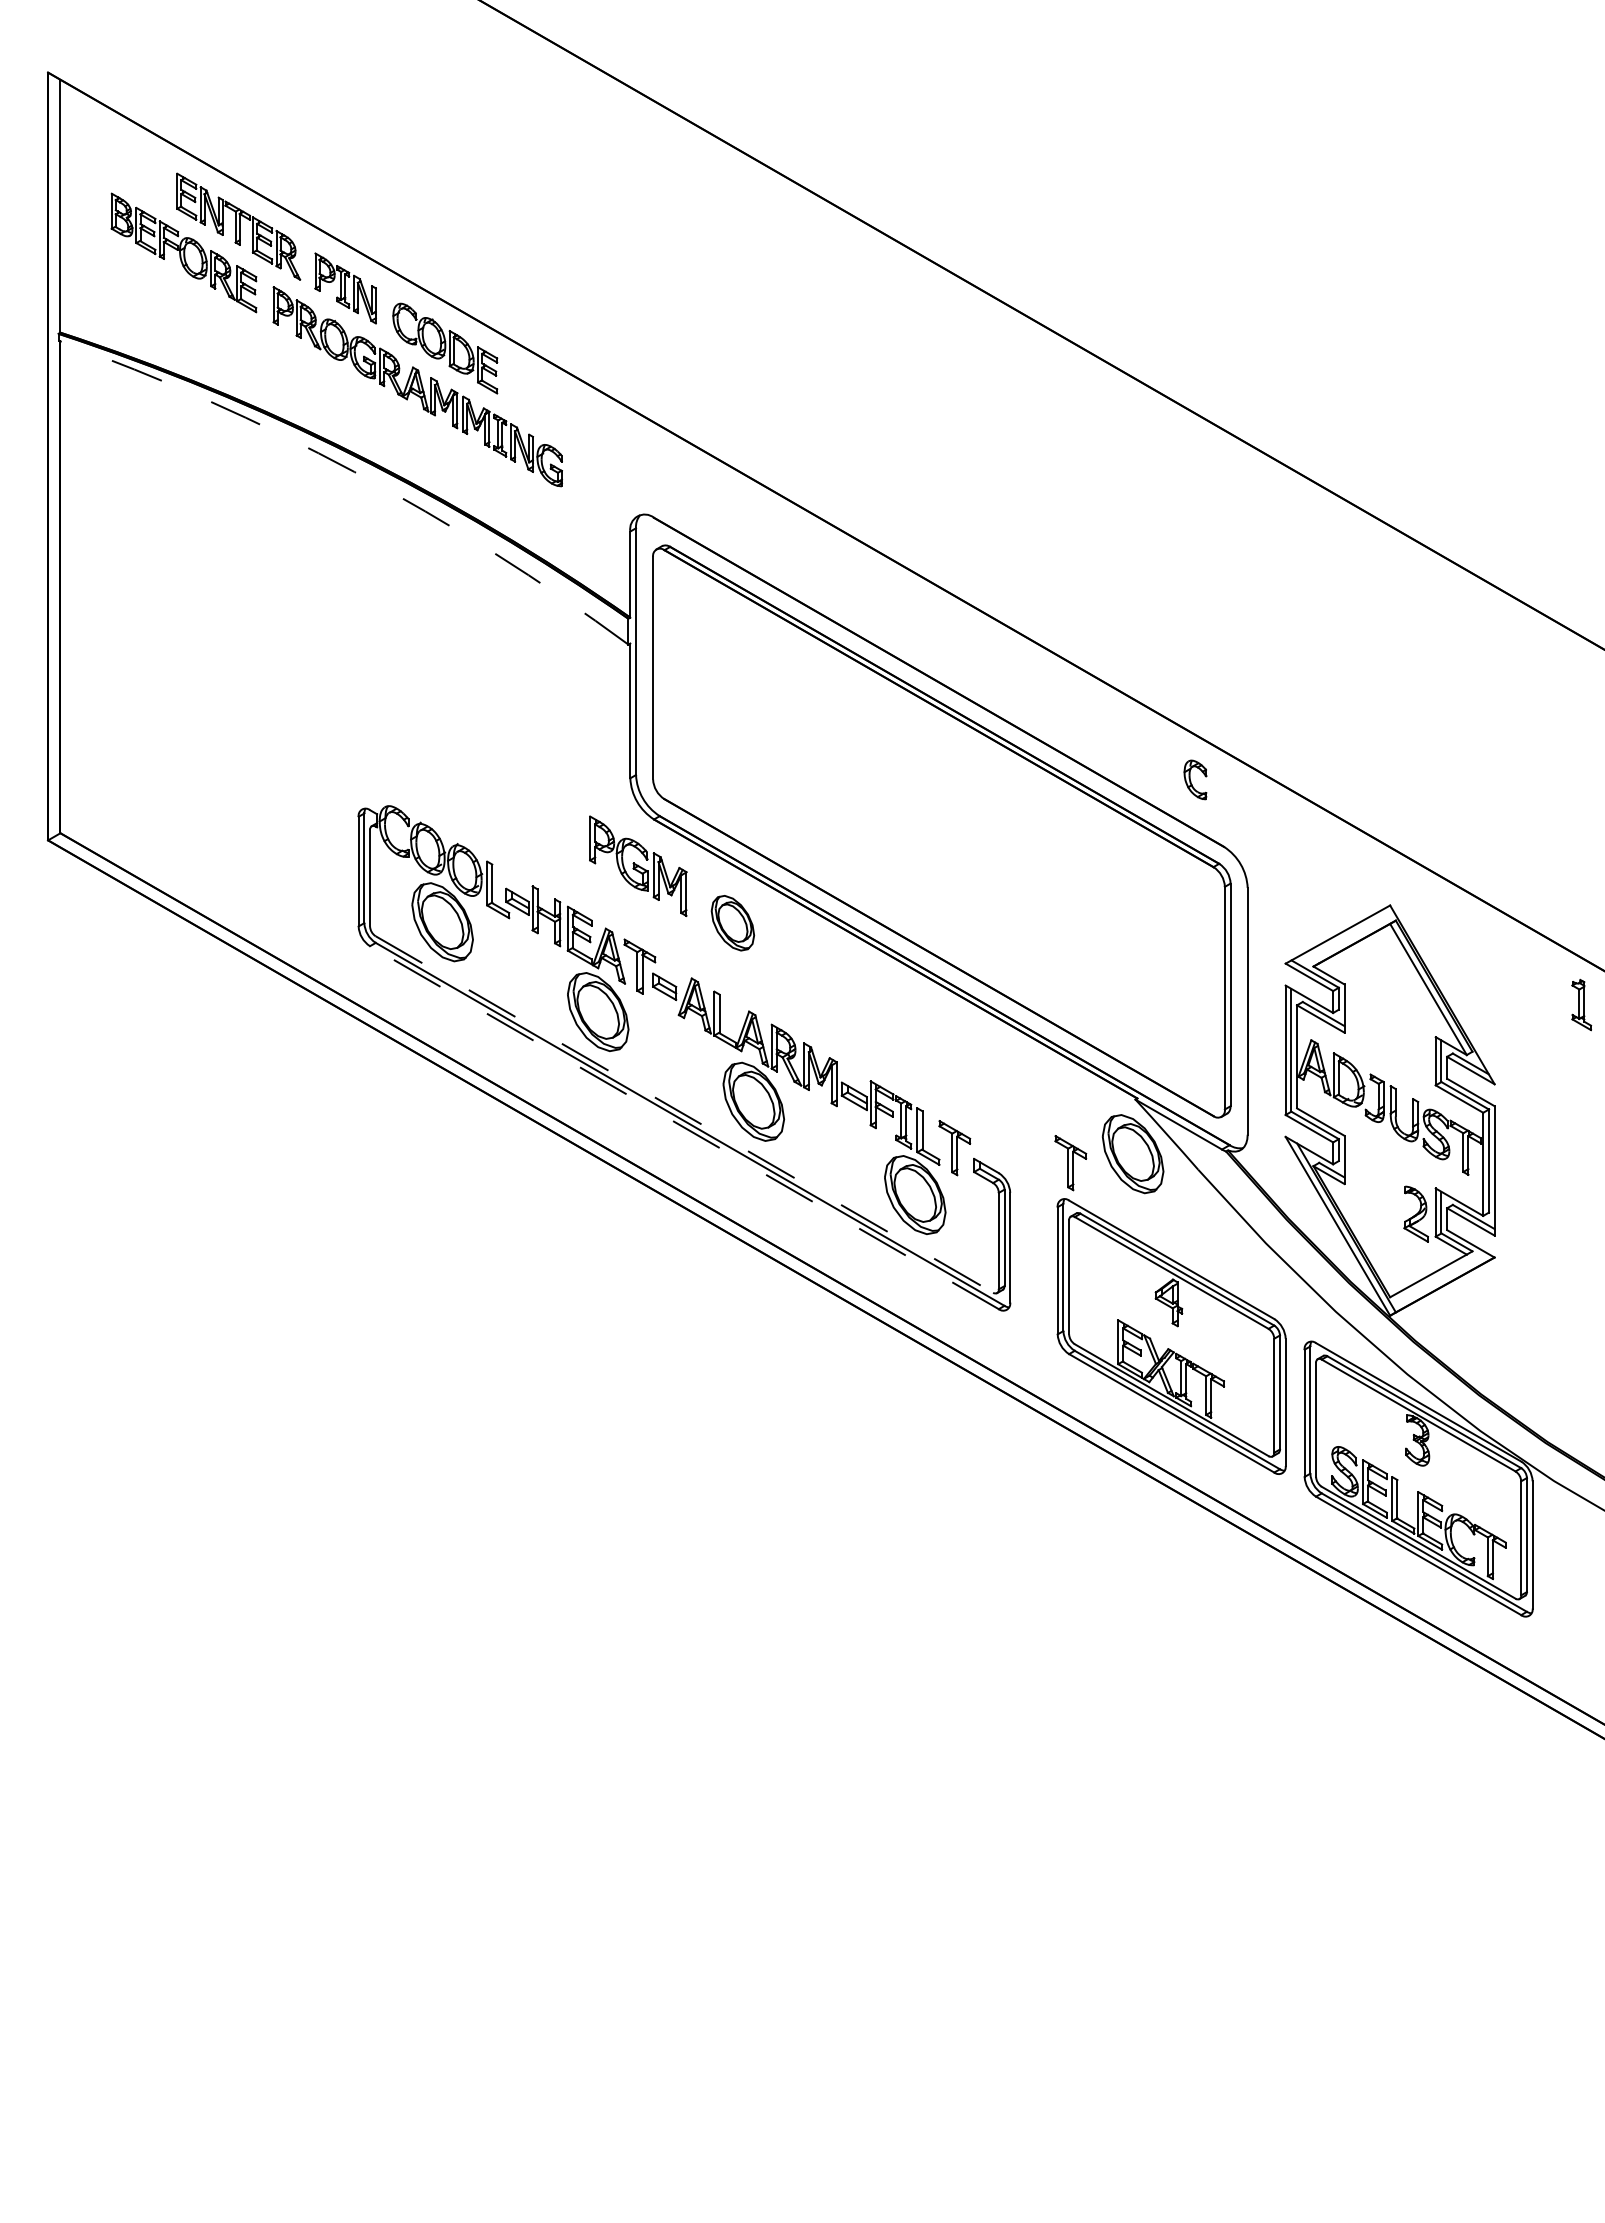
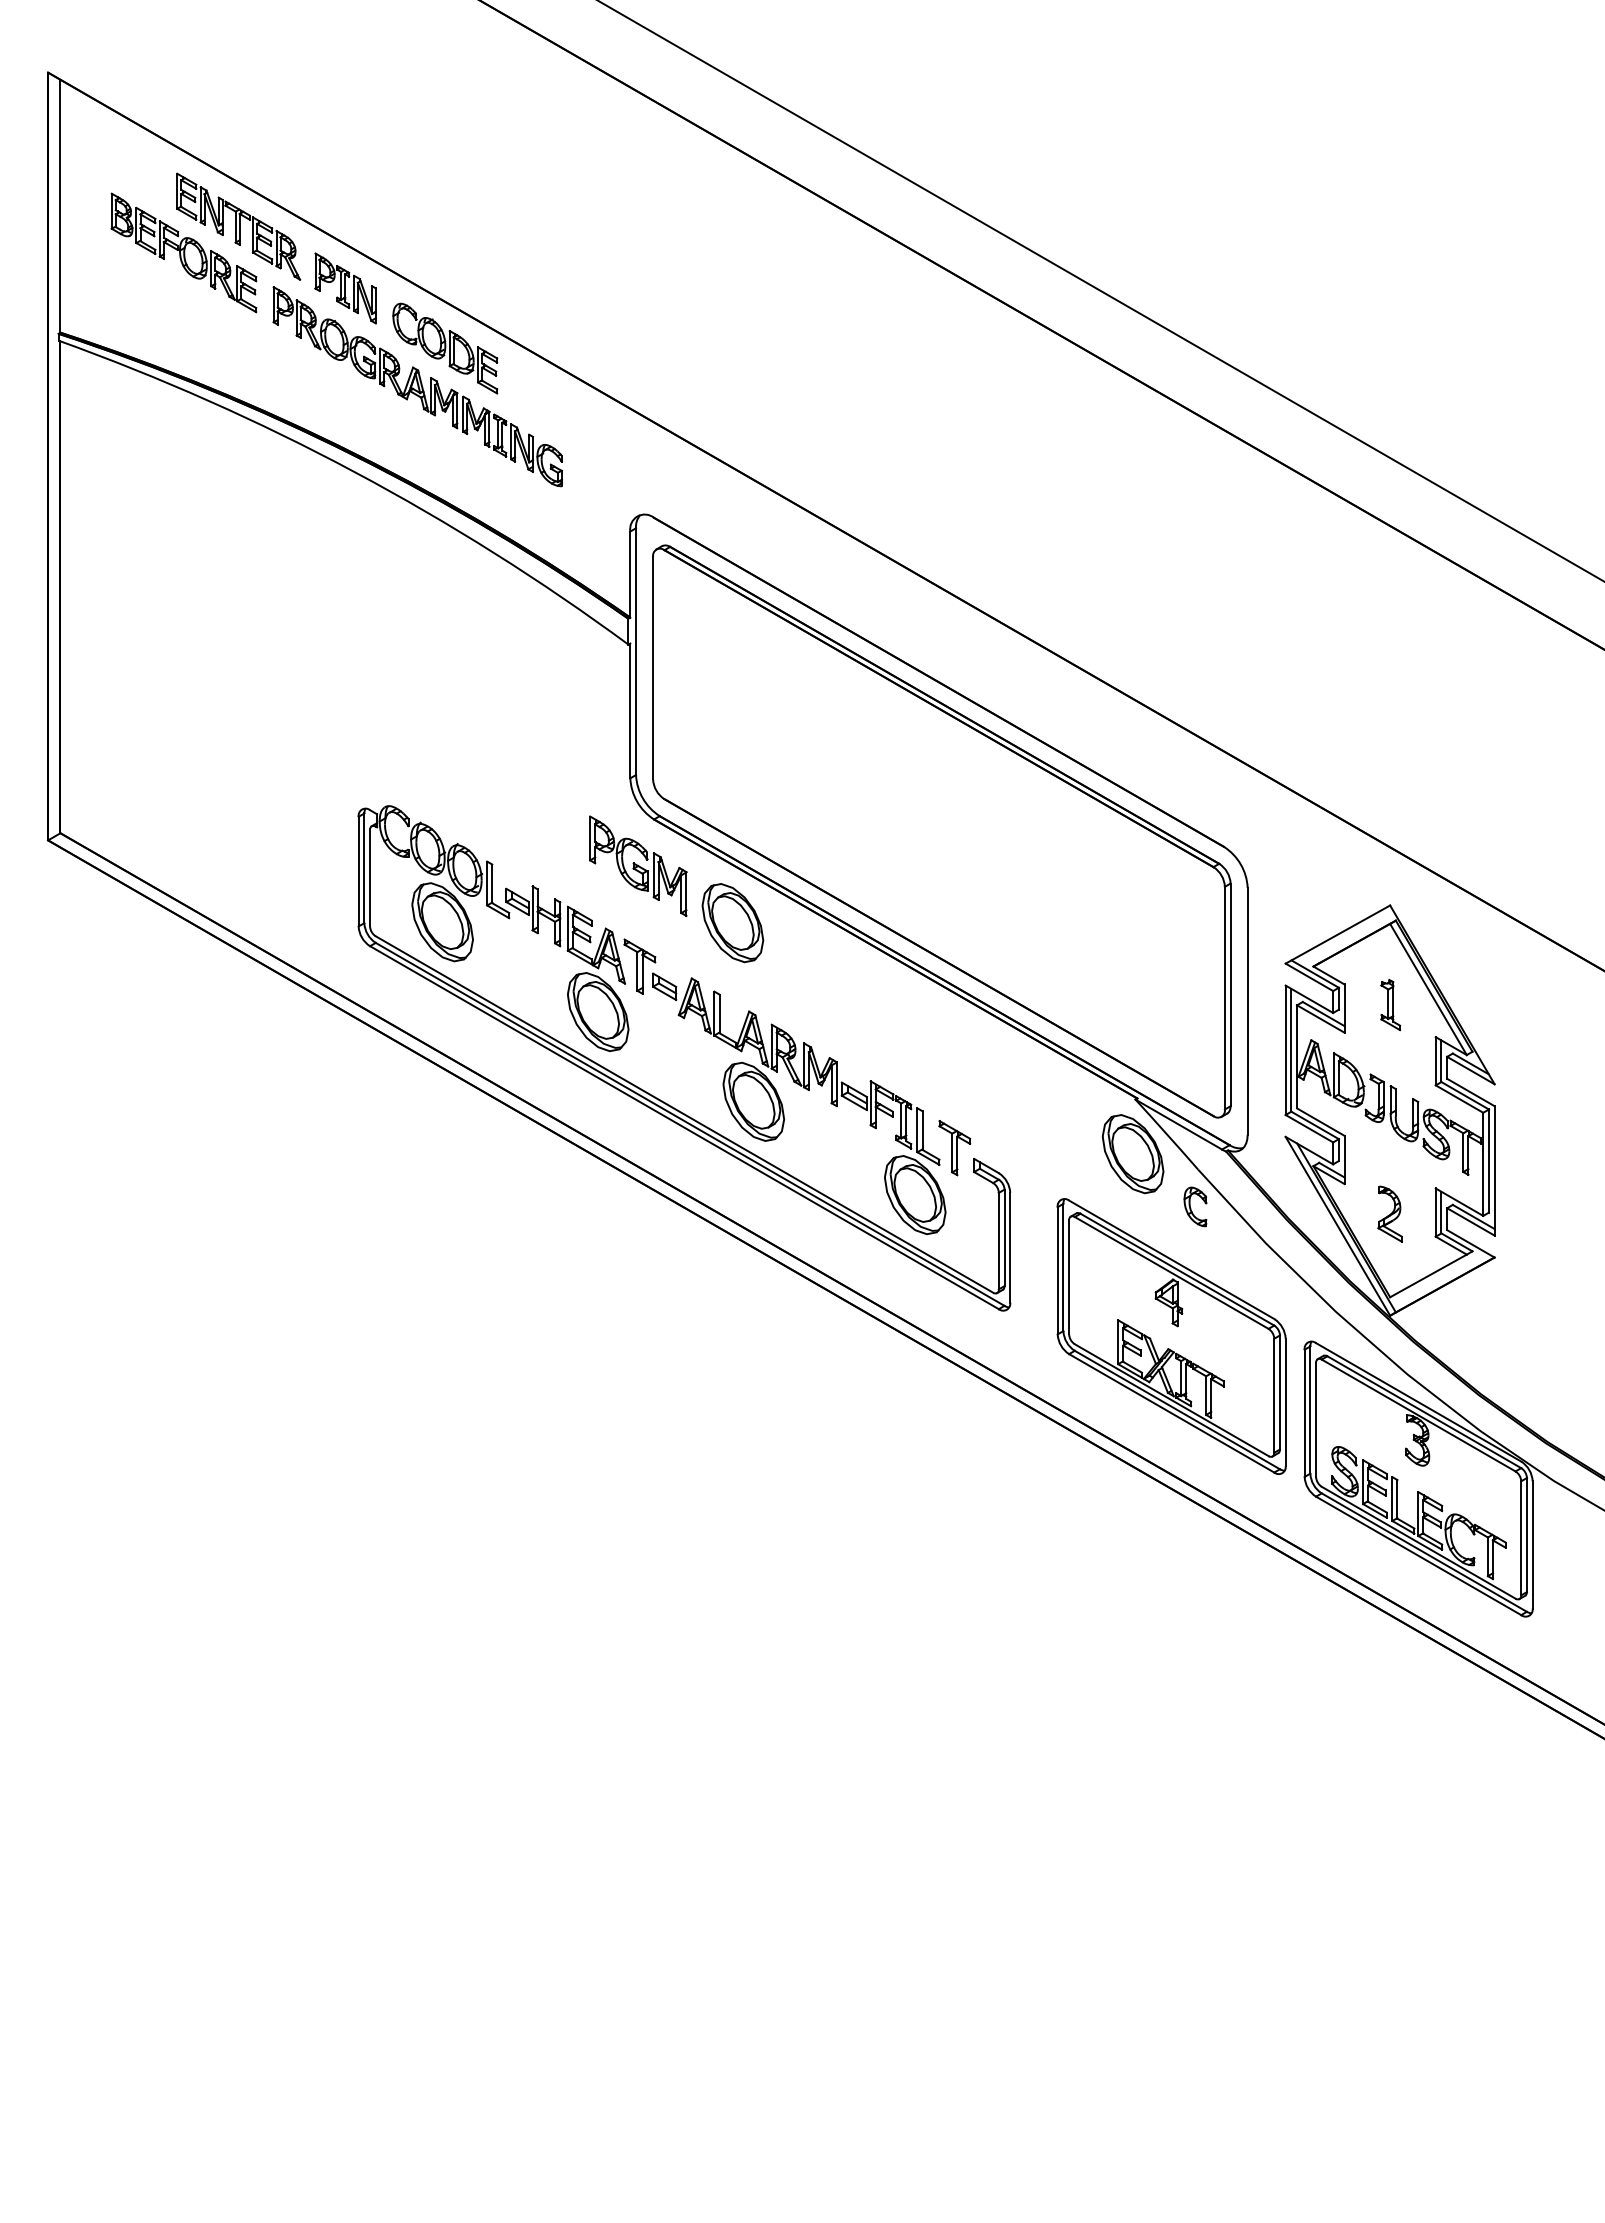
line at (1100, 291): none -> present
arc at (354, 471): dashed -> solid
part at (1195, 779) position: (1195, 779) -> (1195, 1206)
part at (732, 923) size: 46x57 px -> 64x81 px
part at (1581, 1004) position: (1581, 1004) -> (1390, 1004)
line at (684, 1114): dashed -> solid
line at (684, 1127): dashed -> solid
part at (1070, 1163): present -> none
part at (1415, 1213) position: (1415, 1213) -> (1389, 1213)
